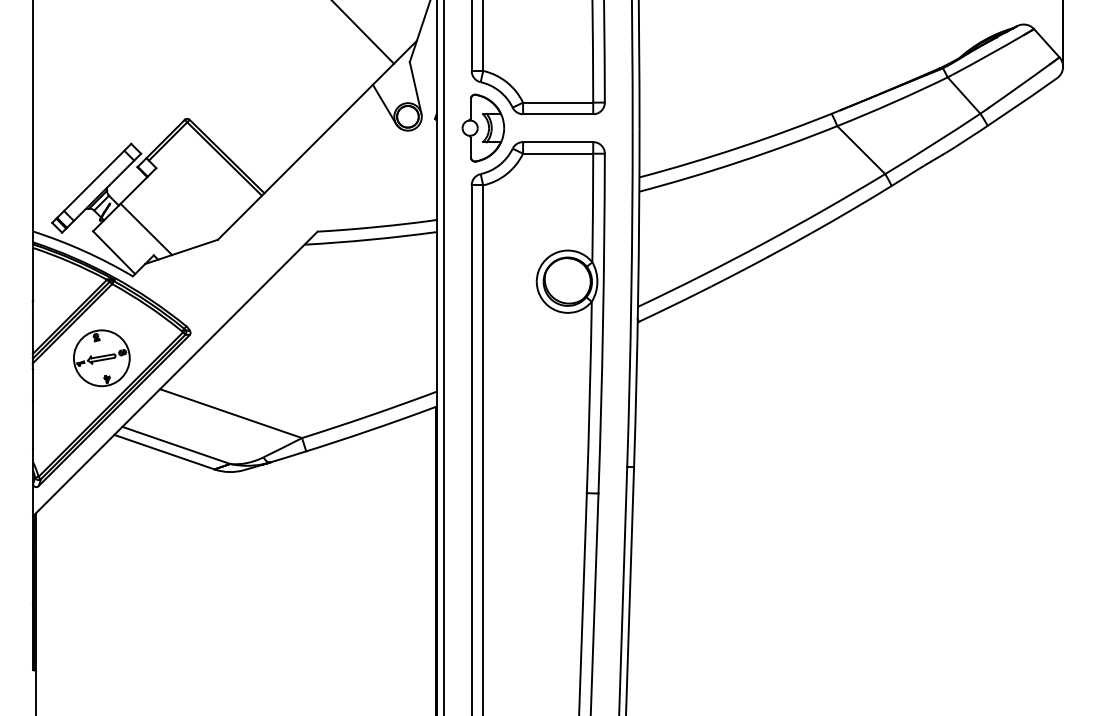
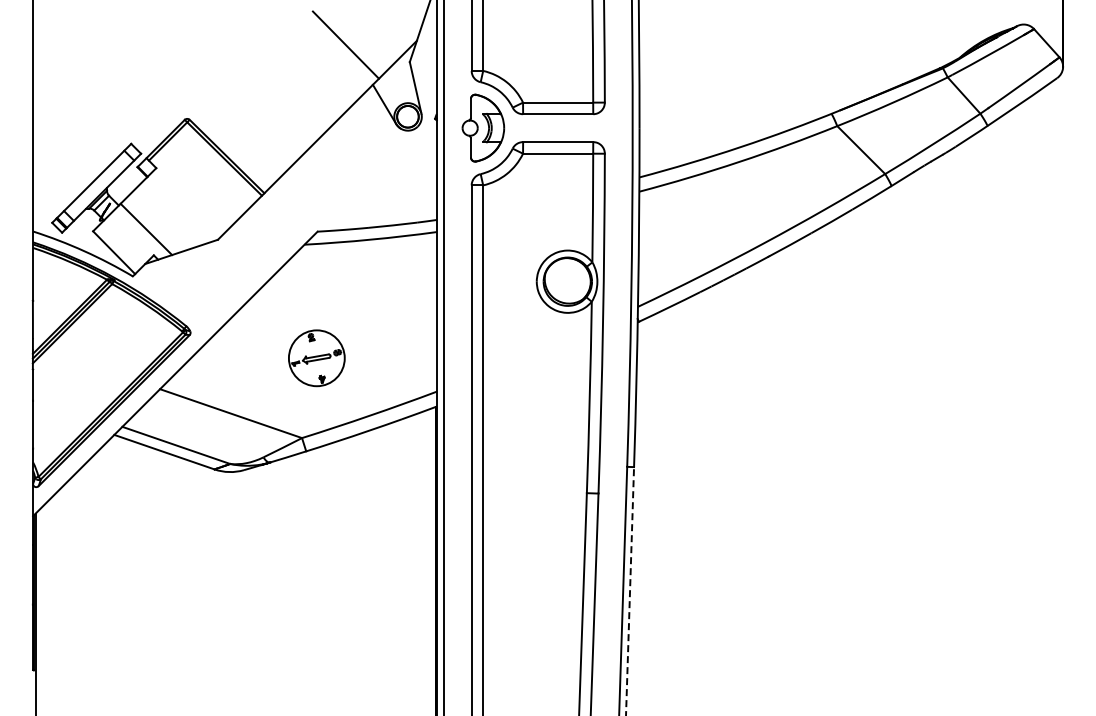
line at (363, 32) position: (363, 32) -> (345, 44)
part at (101, 358) position: (101, 358) -> (316, 358)
line at (630, 590): solid -> dashed
